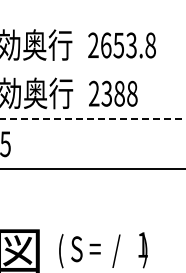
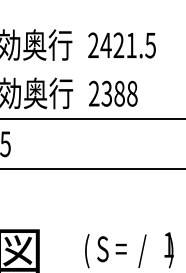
text at (127, 45): 2653.8 -> 2421.5
line at (93, 119): dashed -> solid
text at (103, 250) position: (103, 250) -> (129, 250)
